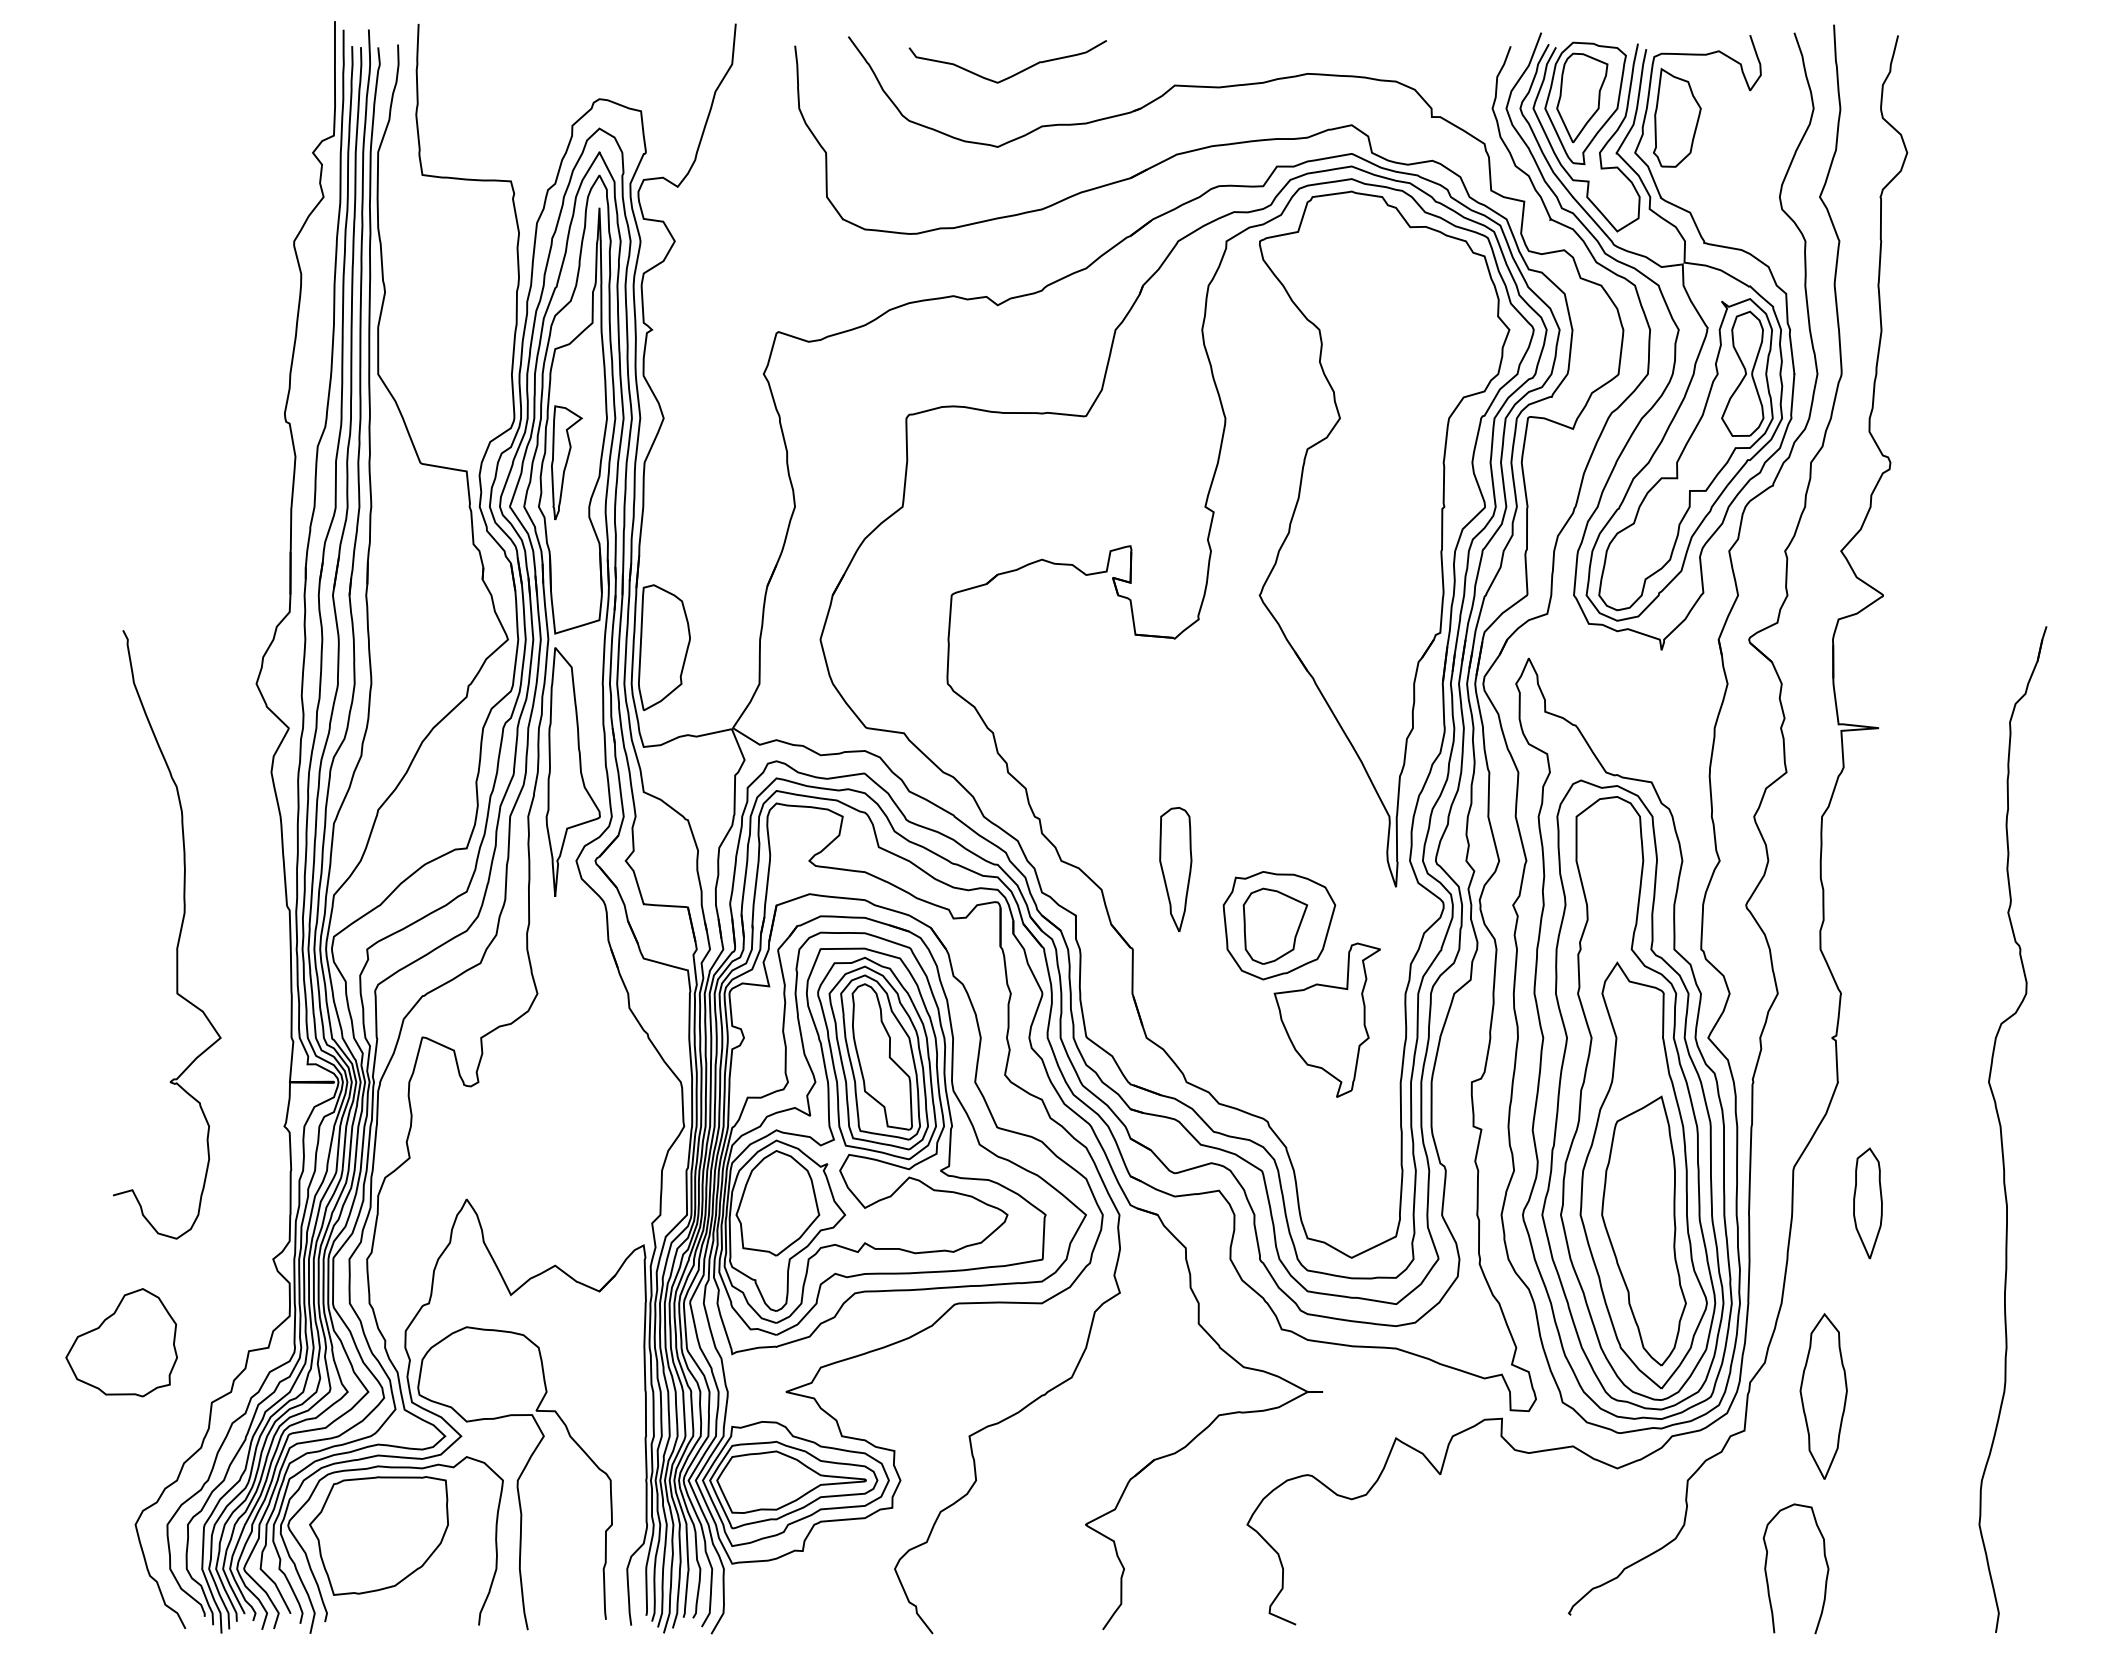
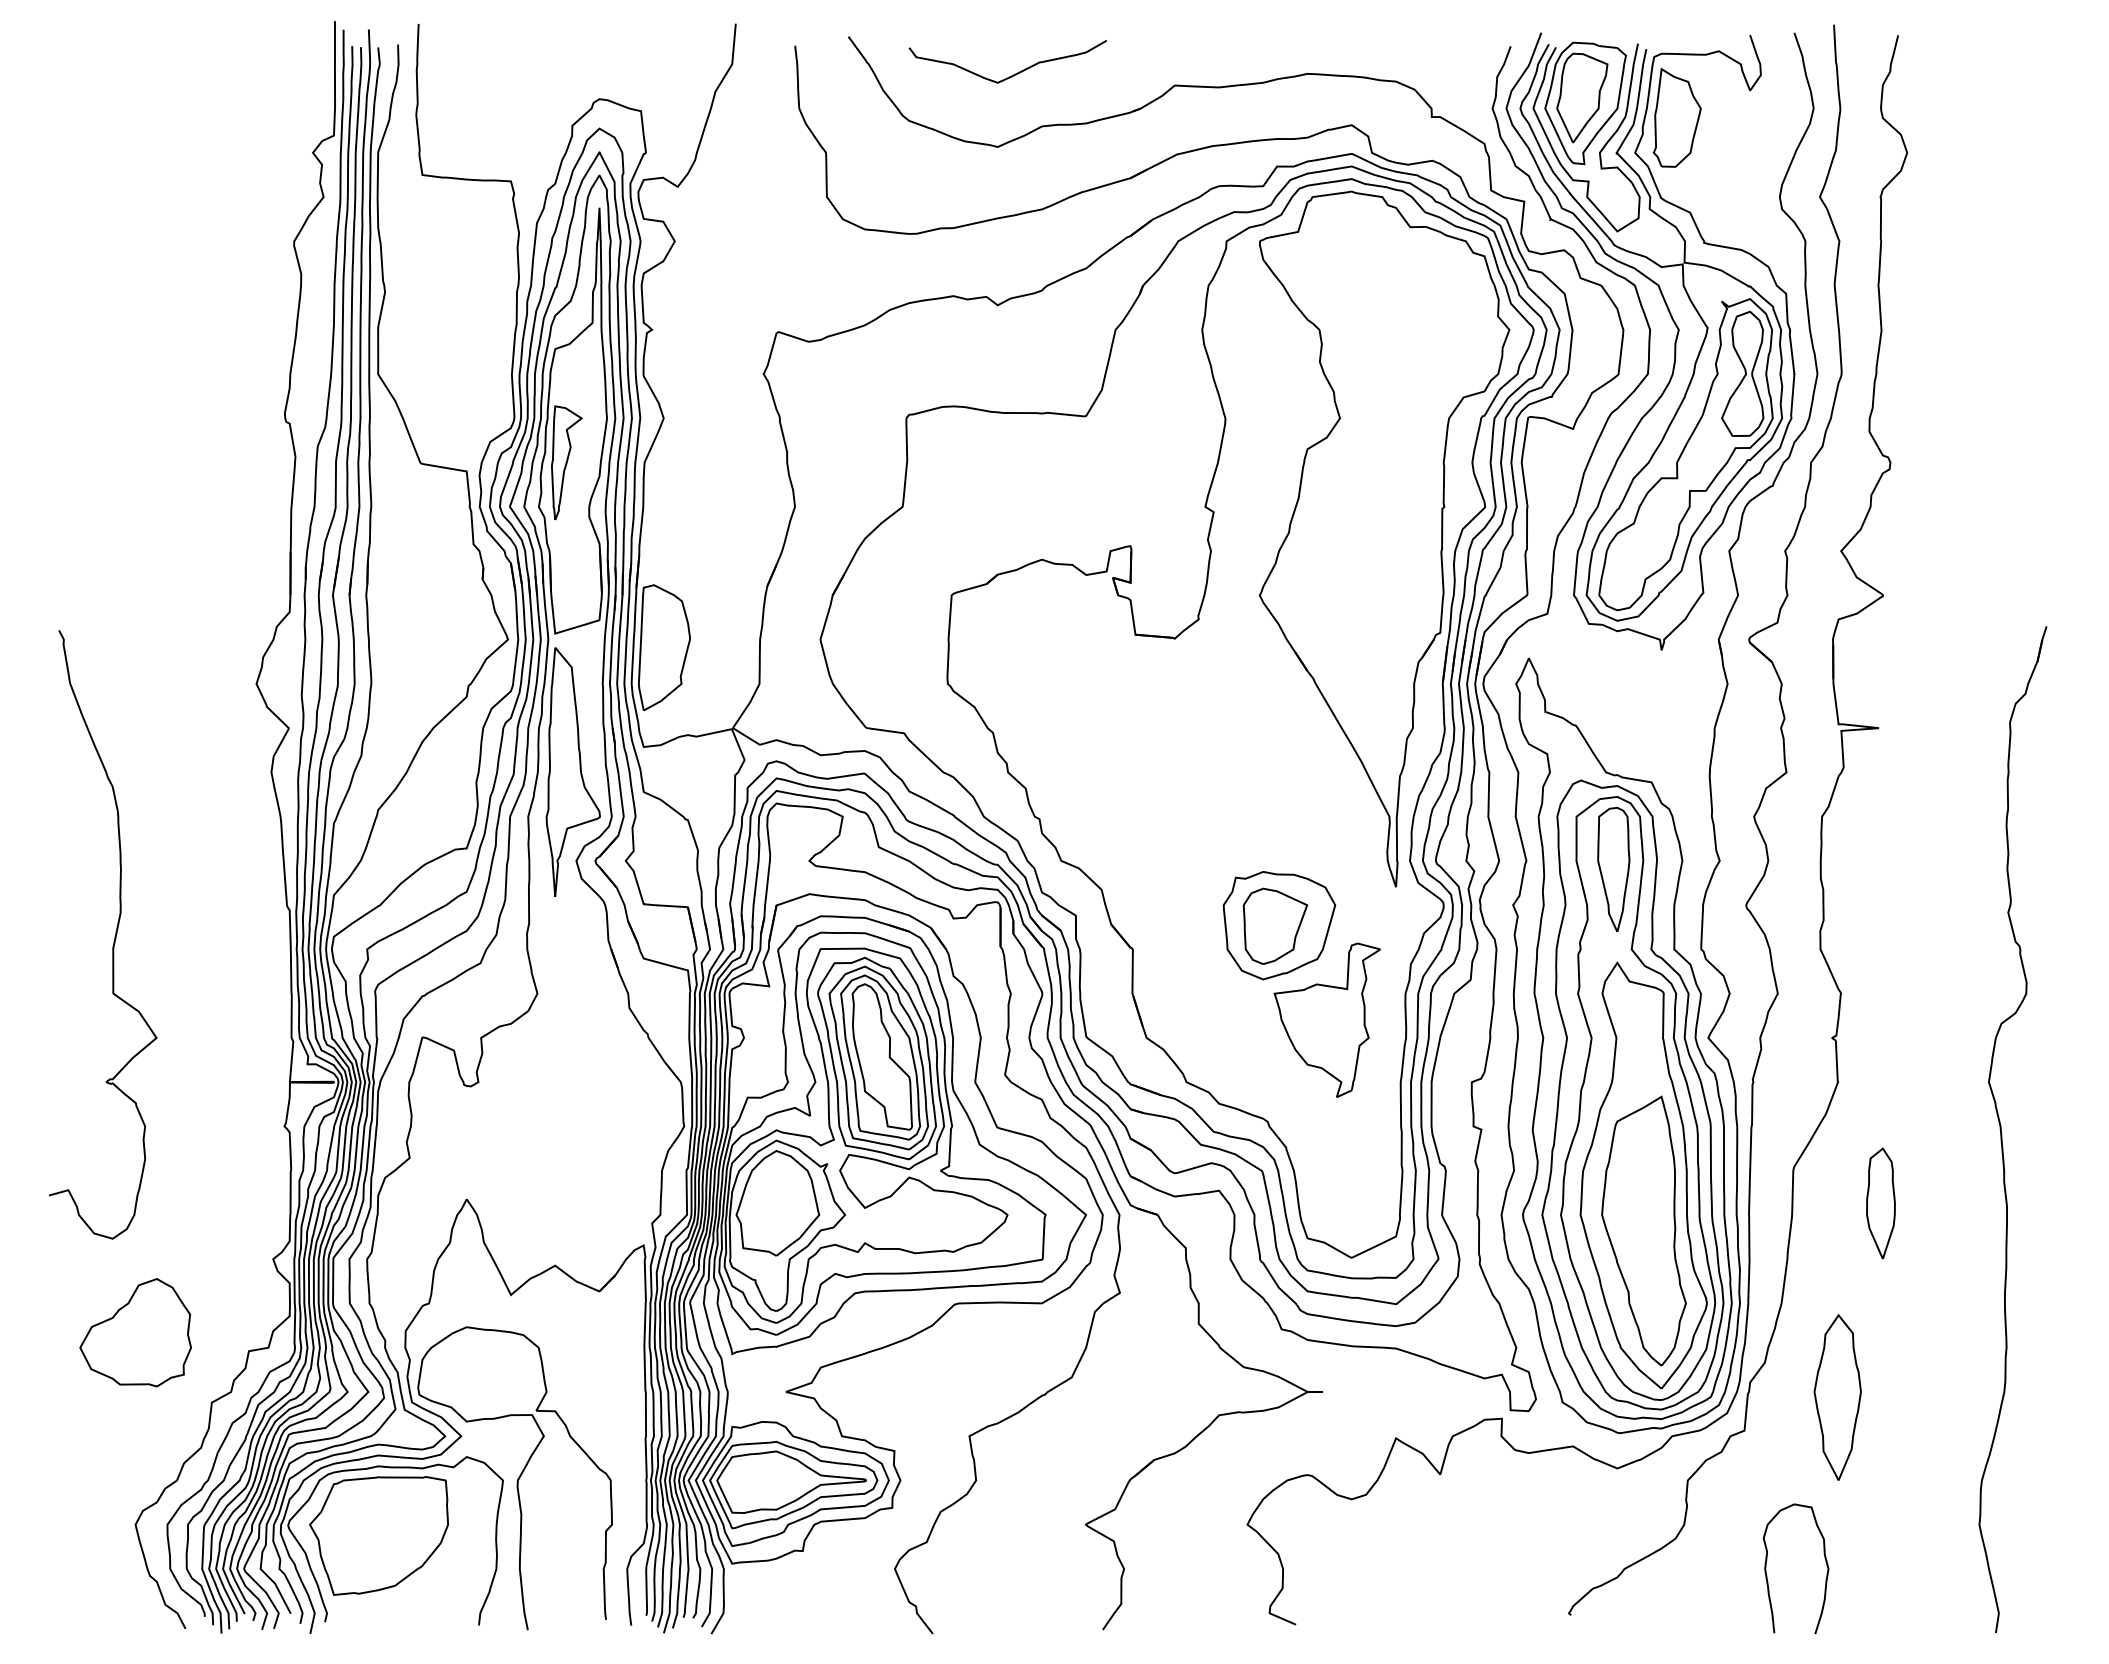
part at (1175, 869) position: (1175, 869) -> (1613, 869)
curve at (178, 936) position: (178, 936) -> (114, 936)
part at (1867, 1203) position: (1867, 1203) -> (1880, 1203)
part at (121, 1342) position: (121, 1342) -> (135, 1332)
part at (1823, 1396) position: (1823, 1396) -> (1837, 1397)
